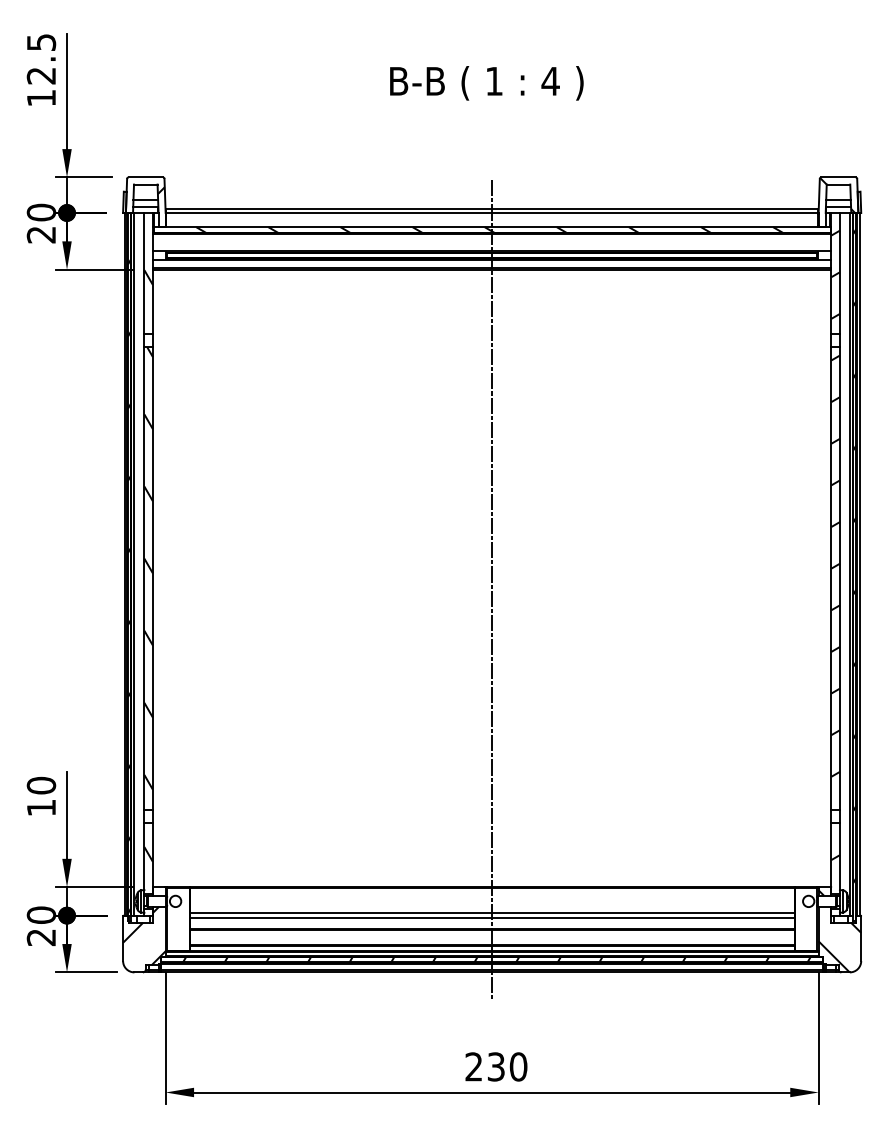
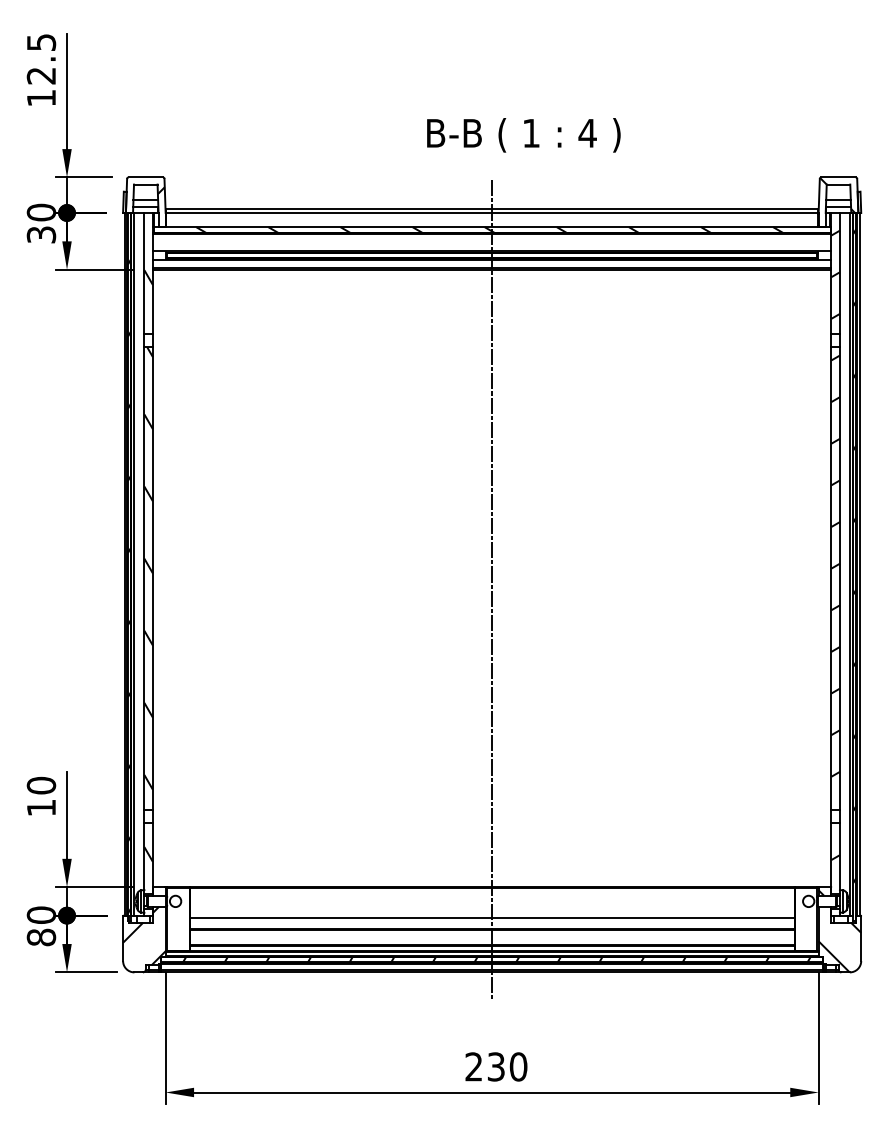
text at (486, 83) position: (486, 83) -> (523, 135)
text at (41, 234): 20 -> 30
line at (491, 912): present -> none
text at (41, 937): 20 -> 80
